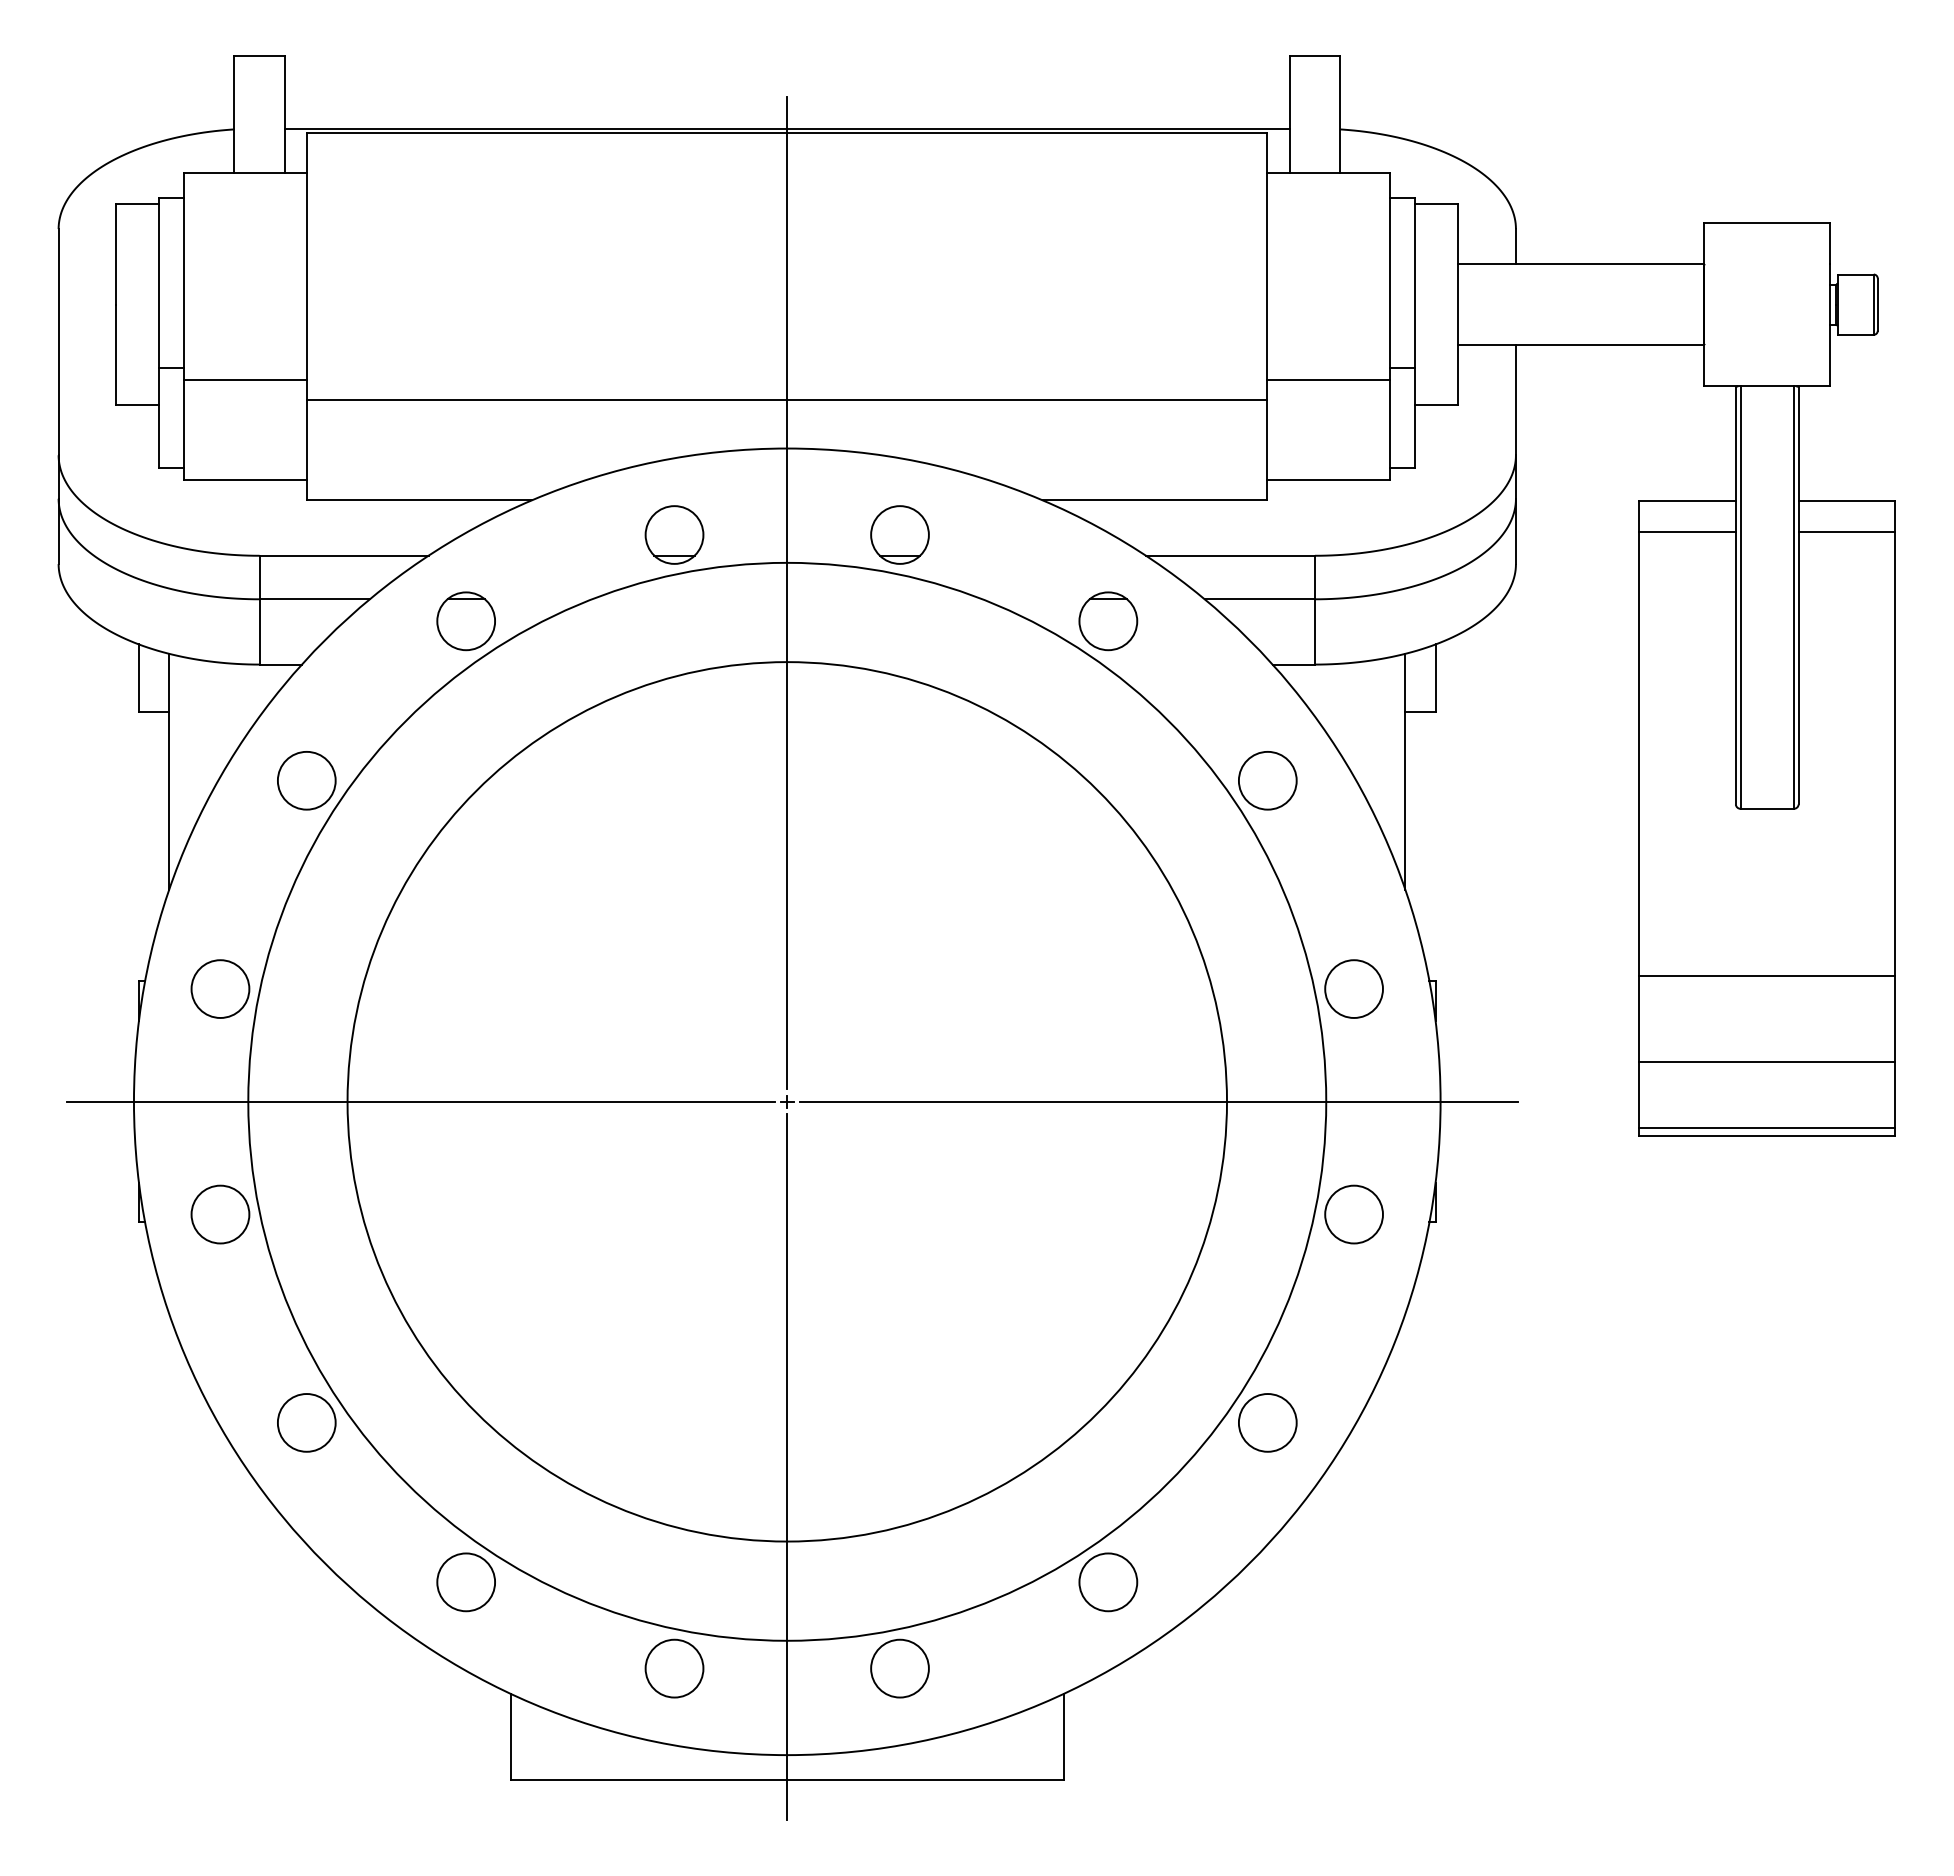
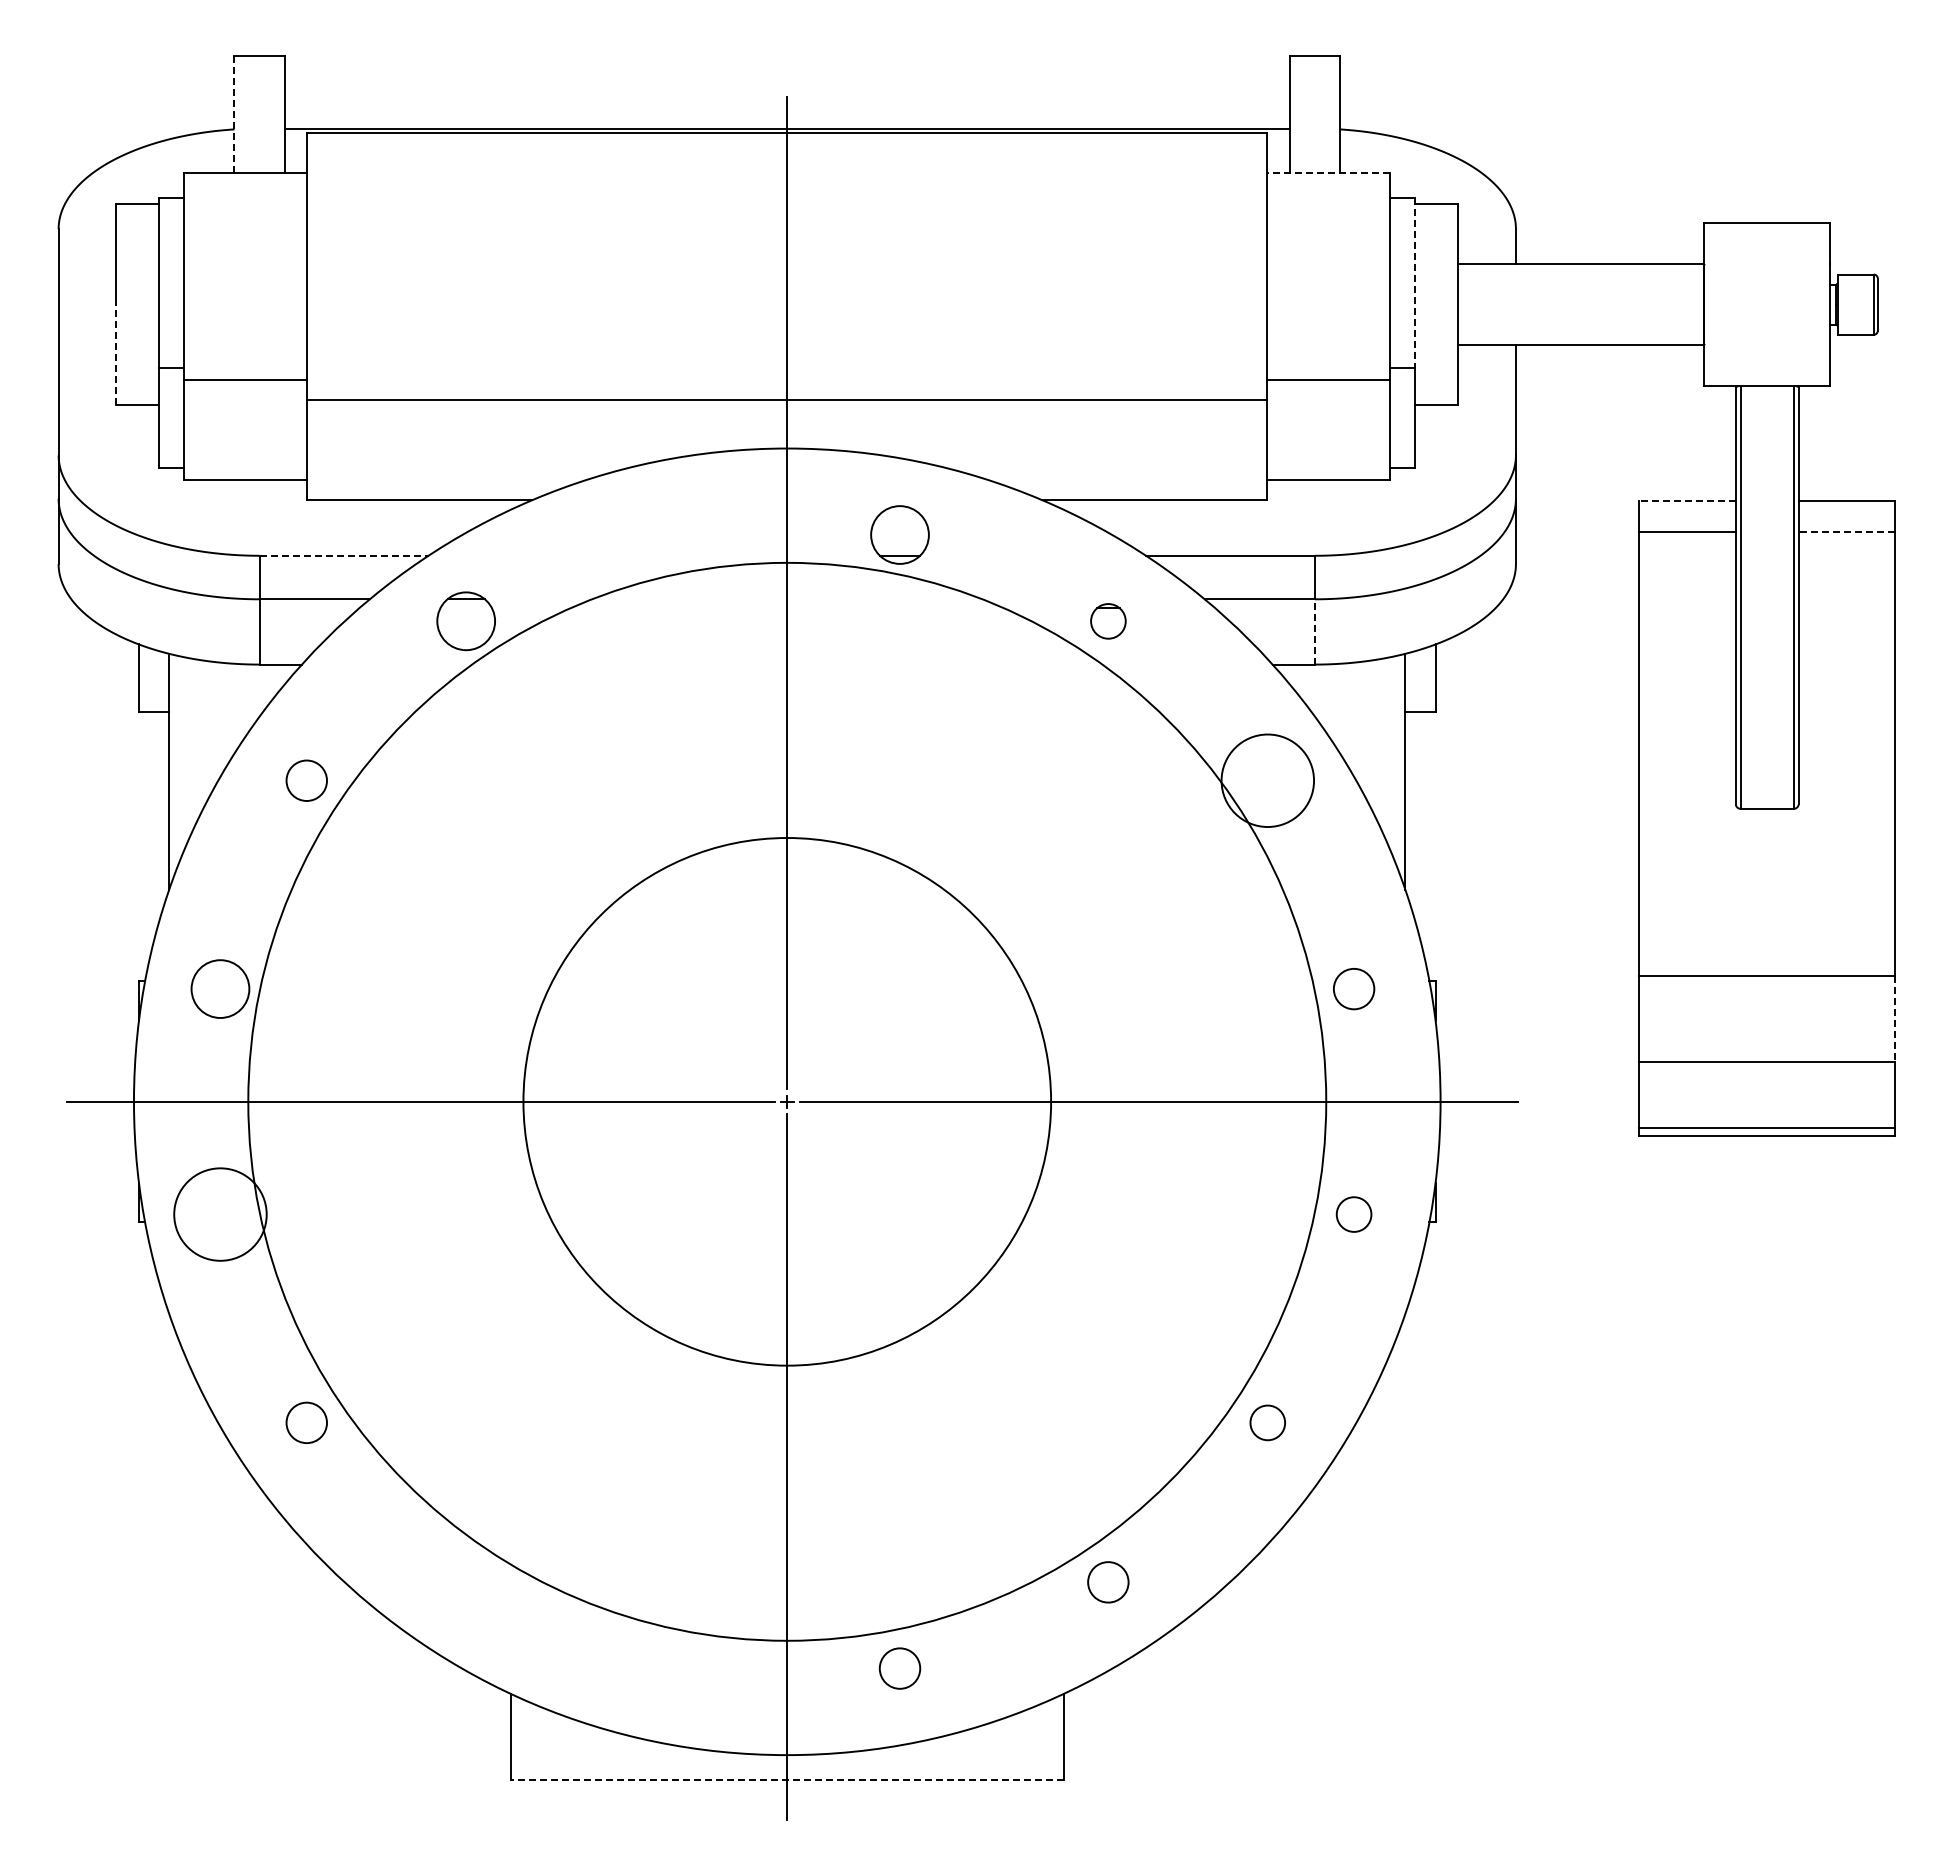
line at (234, 115): solid -> dashed
line at (1328, 173): solid -> dashed
line at (1415, 282): solid -> dashed
line at (116, 354): solid -> dashed
line at (1686, 501): solid -> dashed
line at (1846, 532): solid -> dashed
part at (674, 534): present -> none
line at (344, 555): solid -> dashed
part at (1108, 621) size: 61x61 px -> 37x37 px
line at (1314, 631): solid -> dashed
circle at (306, 780) diameter: 58 px -> 40 px
circle at (1267, 780) diameter: 58 px -> 92 px
circle at (1353, 988) diameter: 58 px -> 40 px
line at (1895, 1019): solid -> dashed
circle at (787, 1101) diameter: 879 px -> 528 px
circle at (220, 1214) diameter: 58 px -> 92 px
circle at (1353, 1214) diameter: 58 px -> 35 px
circle at (306, 1422) diameter: 58 px -> 40 px
circle at (1267, 1422) diameter: 58 px -> 35 px
circle at (465, 1582): present -> none
circle at (1108, 1582) diameter: 58 px -> 40 px
circle at (674, 1668): present -> none
circle at (899, 1668) size: 60x61 px -> 44x43 px
line at (786, 1780): solid -> dashed
